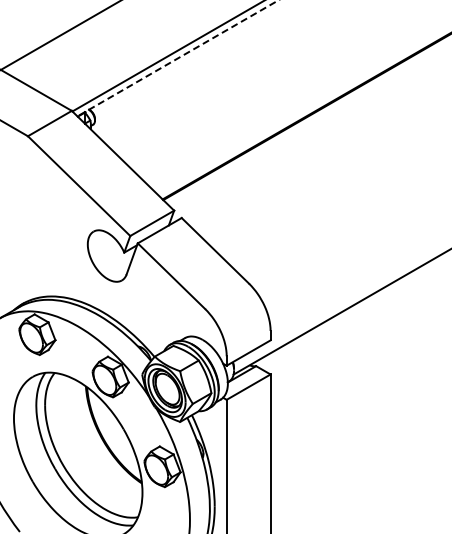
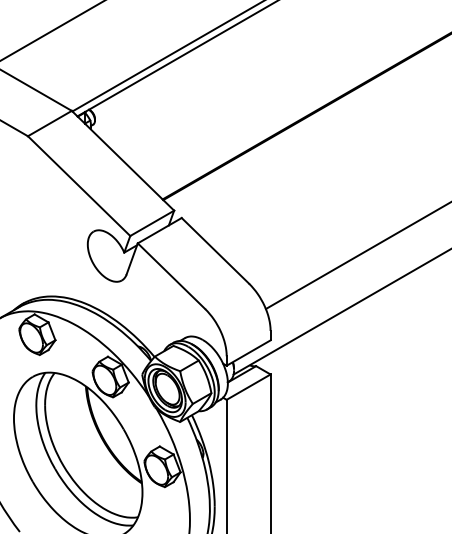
line at (60, 35) position: (60, 35) -> (51, 30)
line at (177, 58): dashed -> solid
line at (356, 256): none -> present
